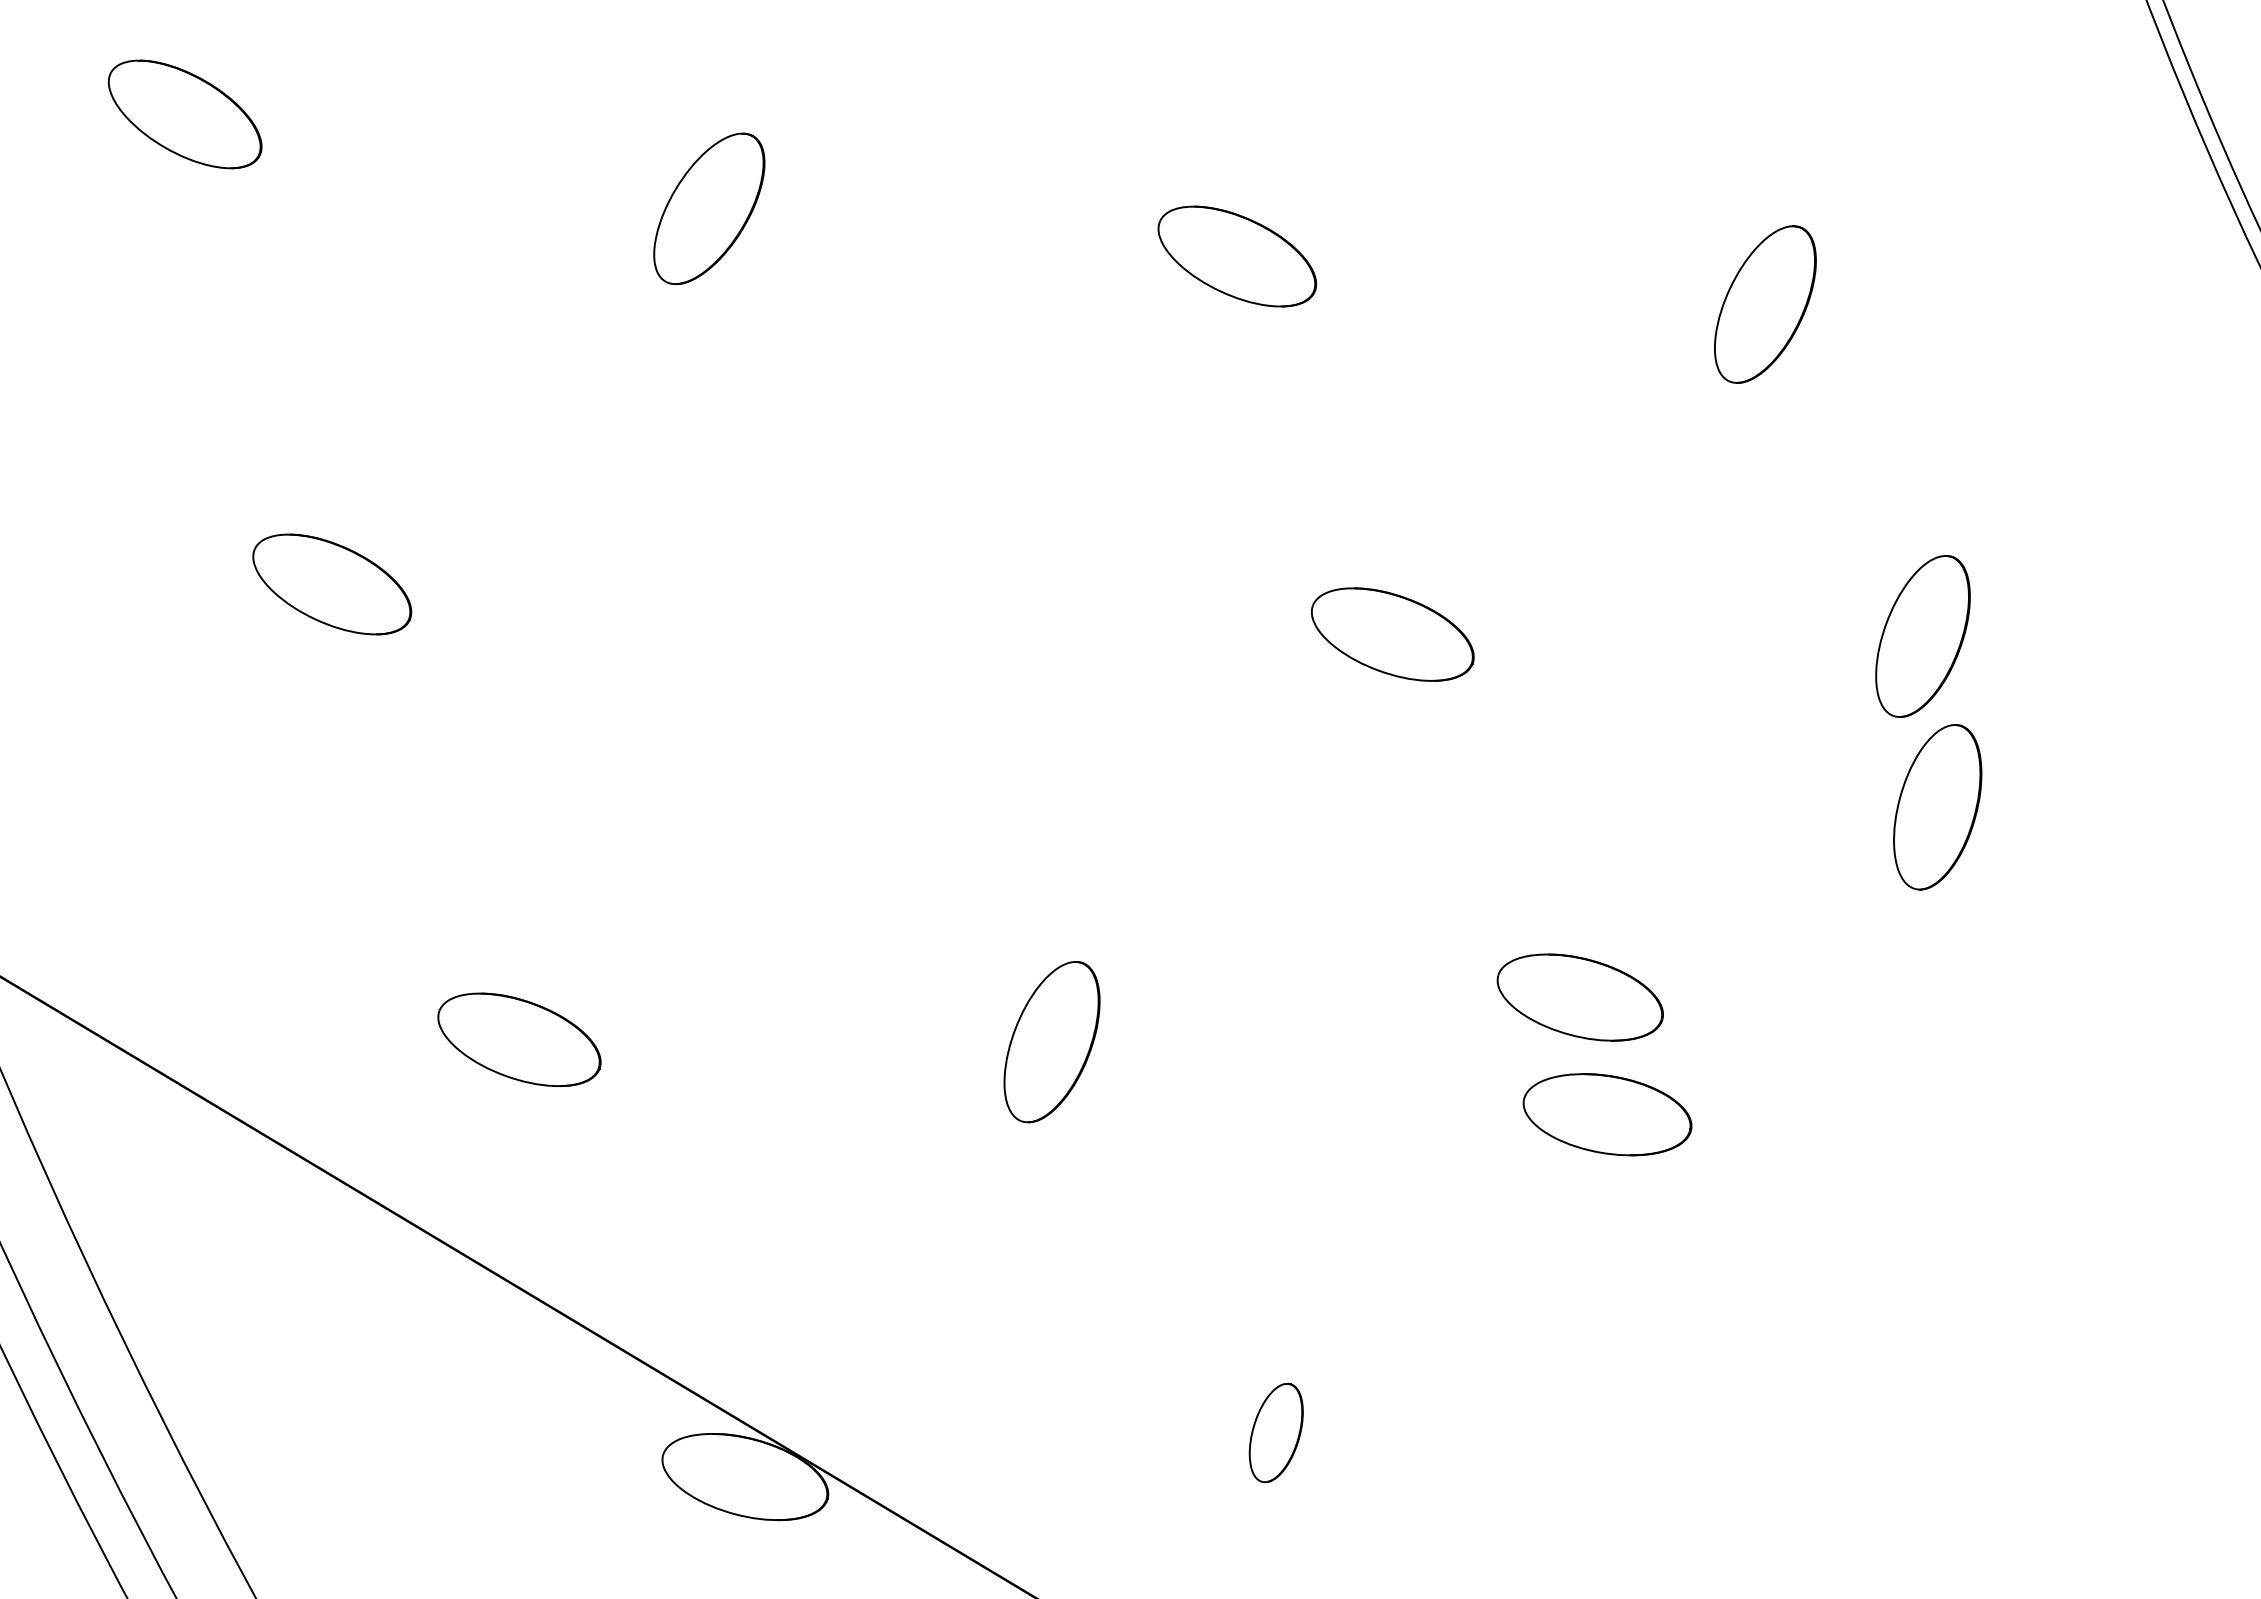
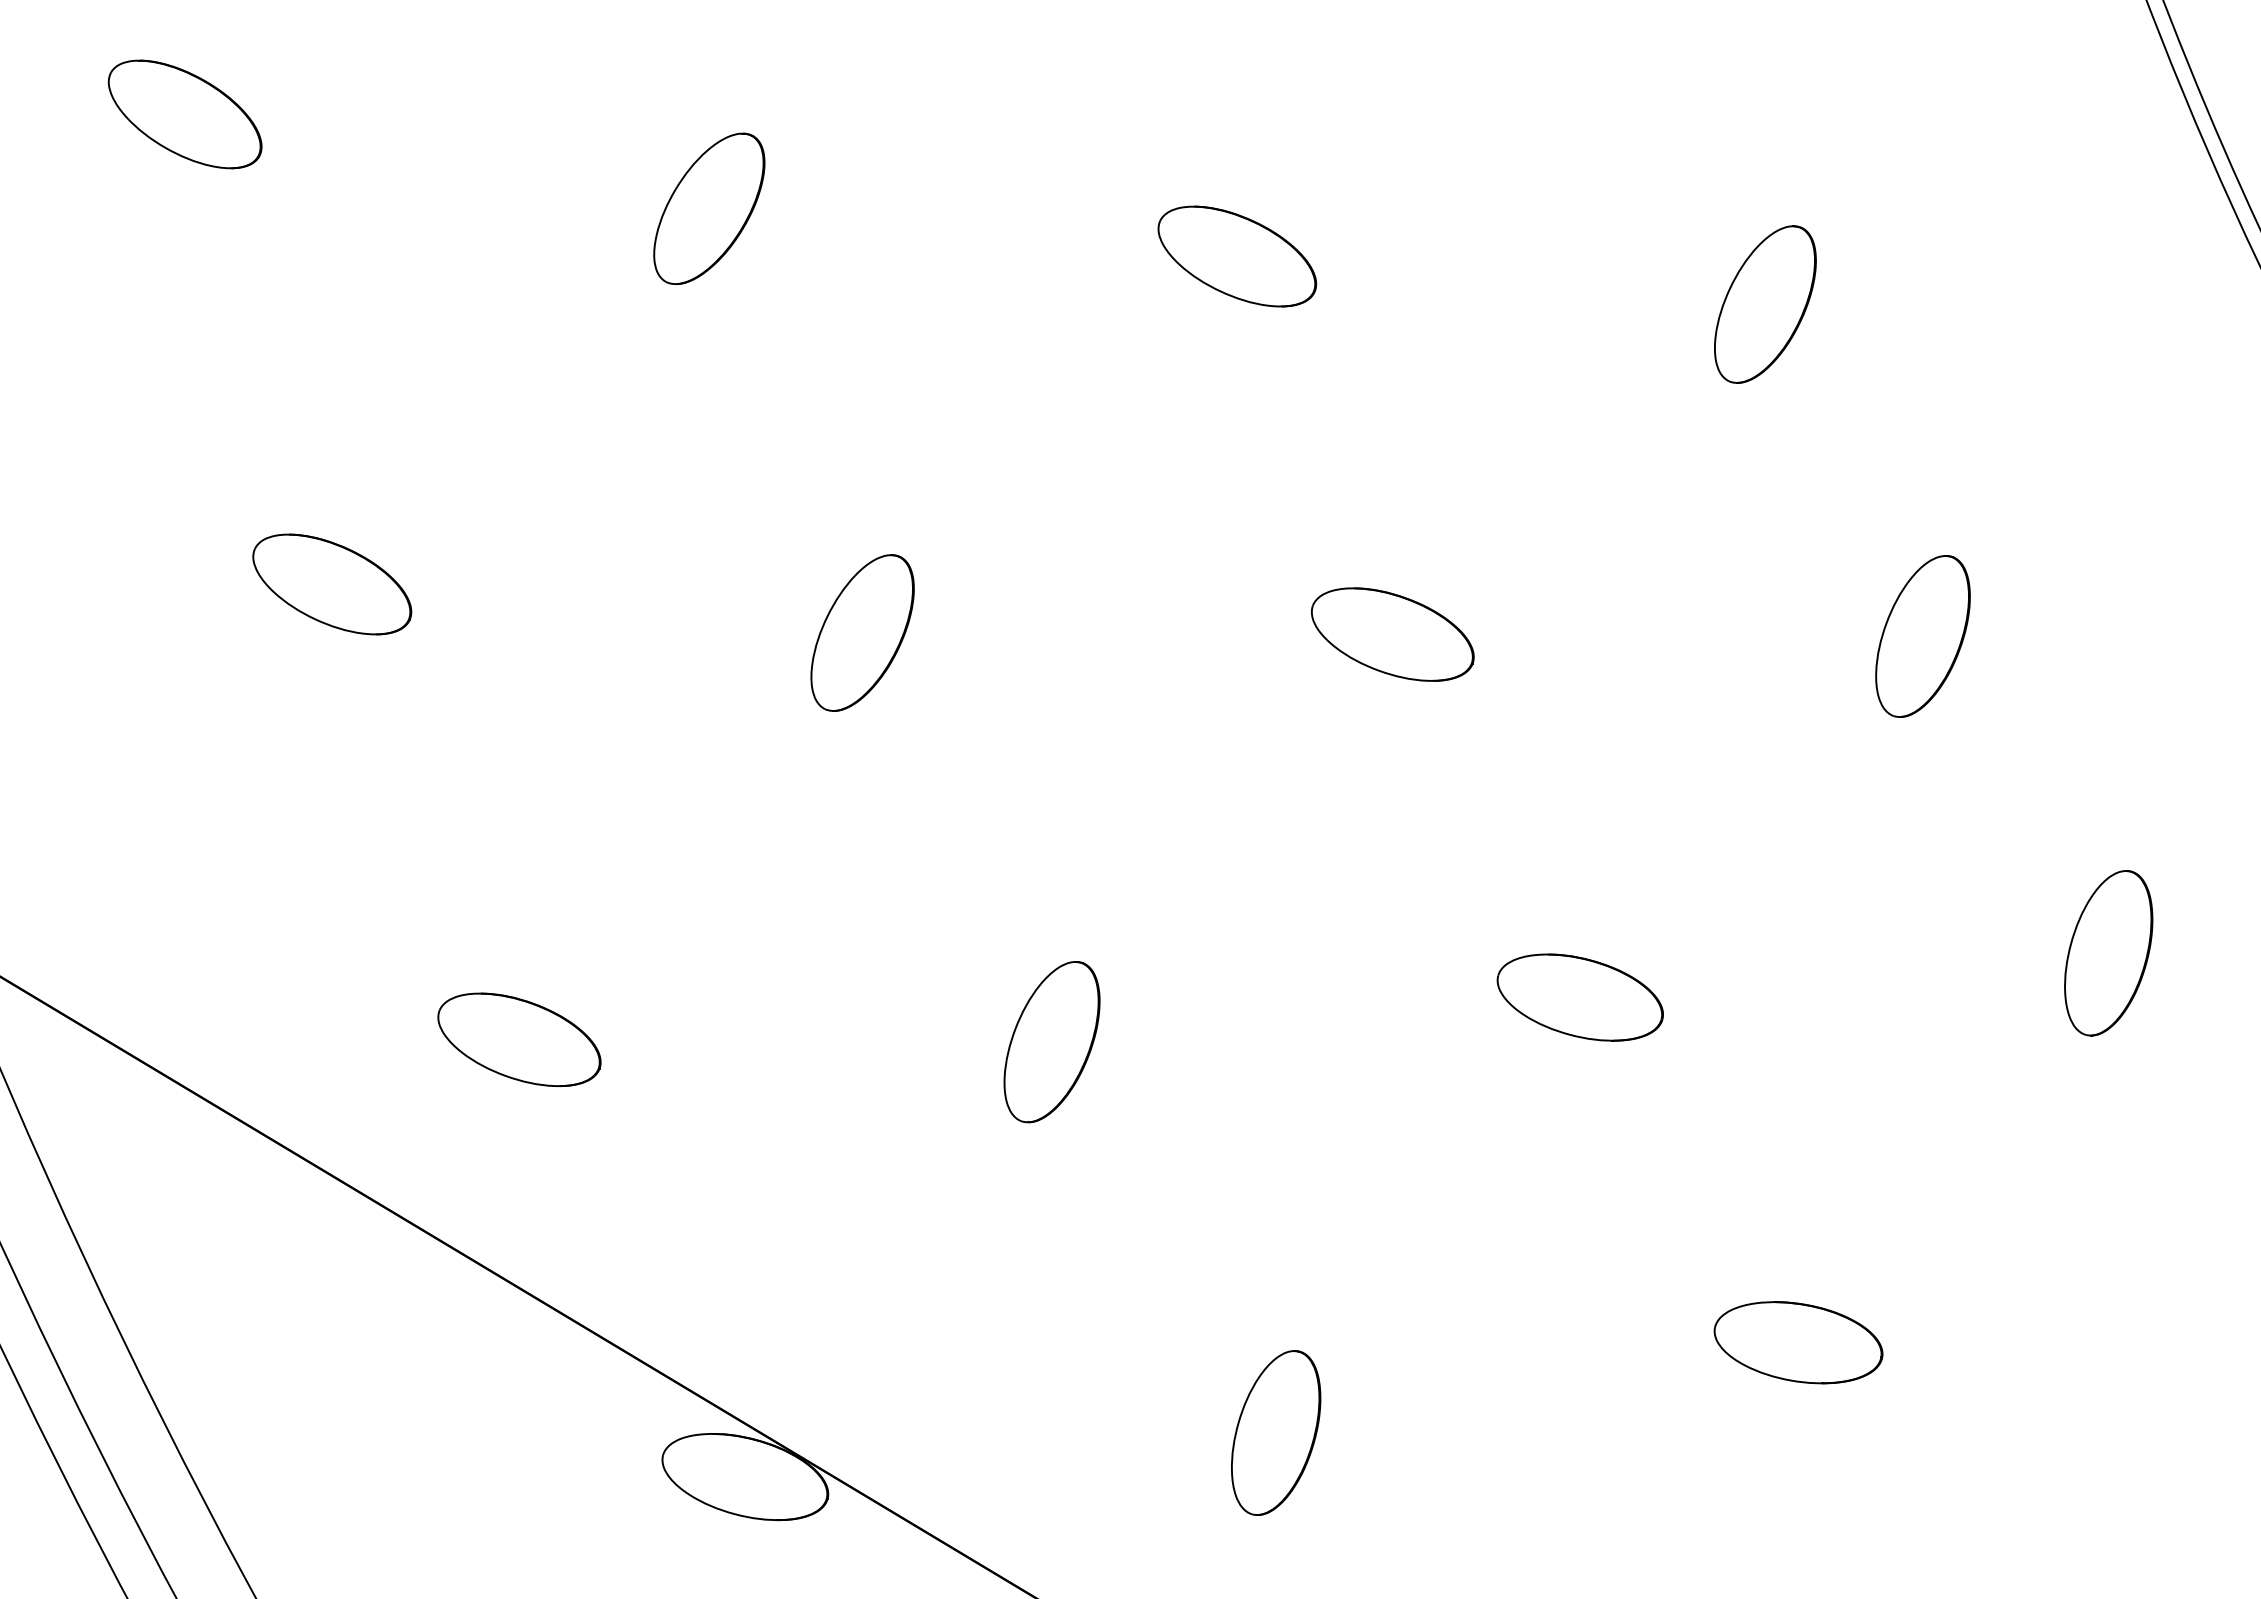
part at (862, 632): none -> present
part at (1937, 807) position: (1937, 807) -> (2108, 953)
part at (1607, 1114) position: (1607, 1114) -> (1798, 1342)
part at (1275, 1432) size: 56x102 px -> 91x166 px
